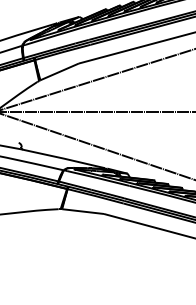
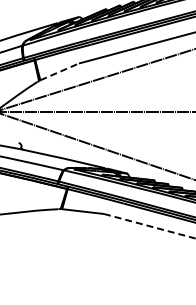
line at (60, 71): solid -> dashed
line at (150, 226): solid -> dashed
